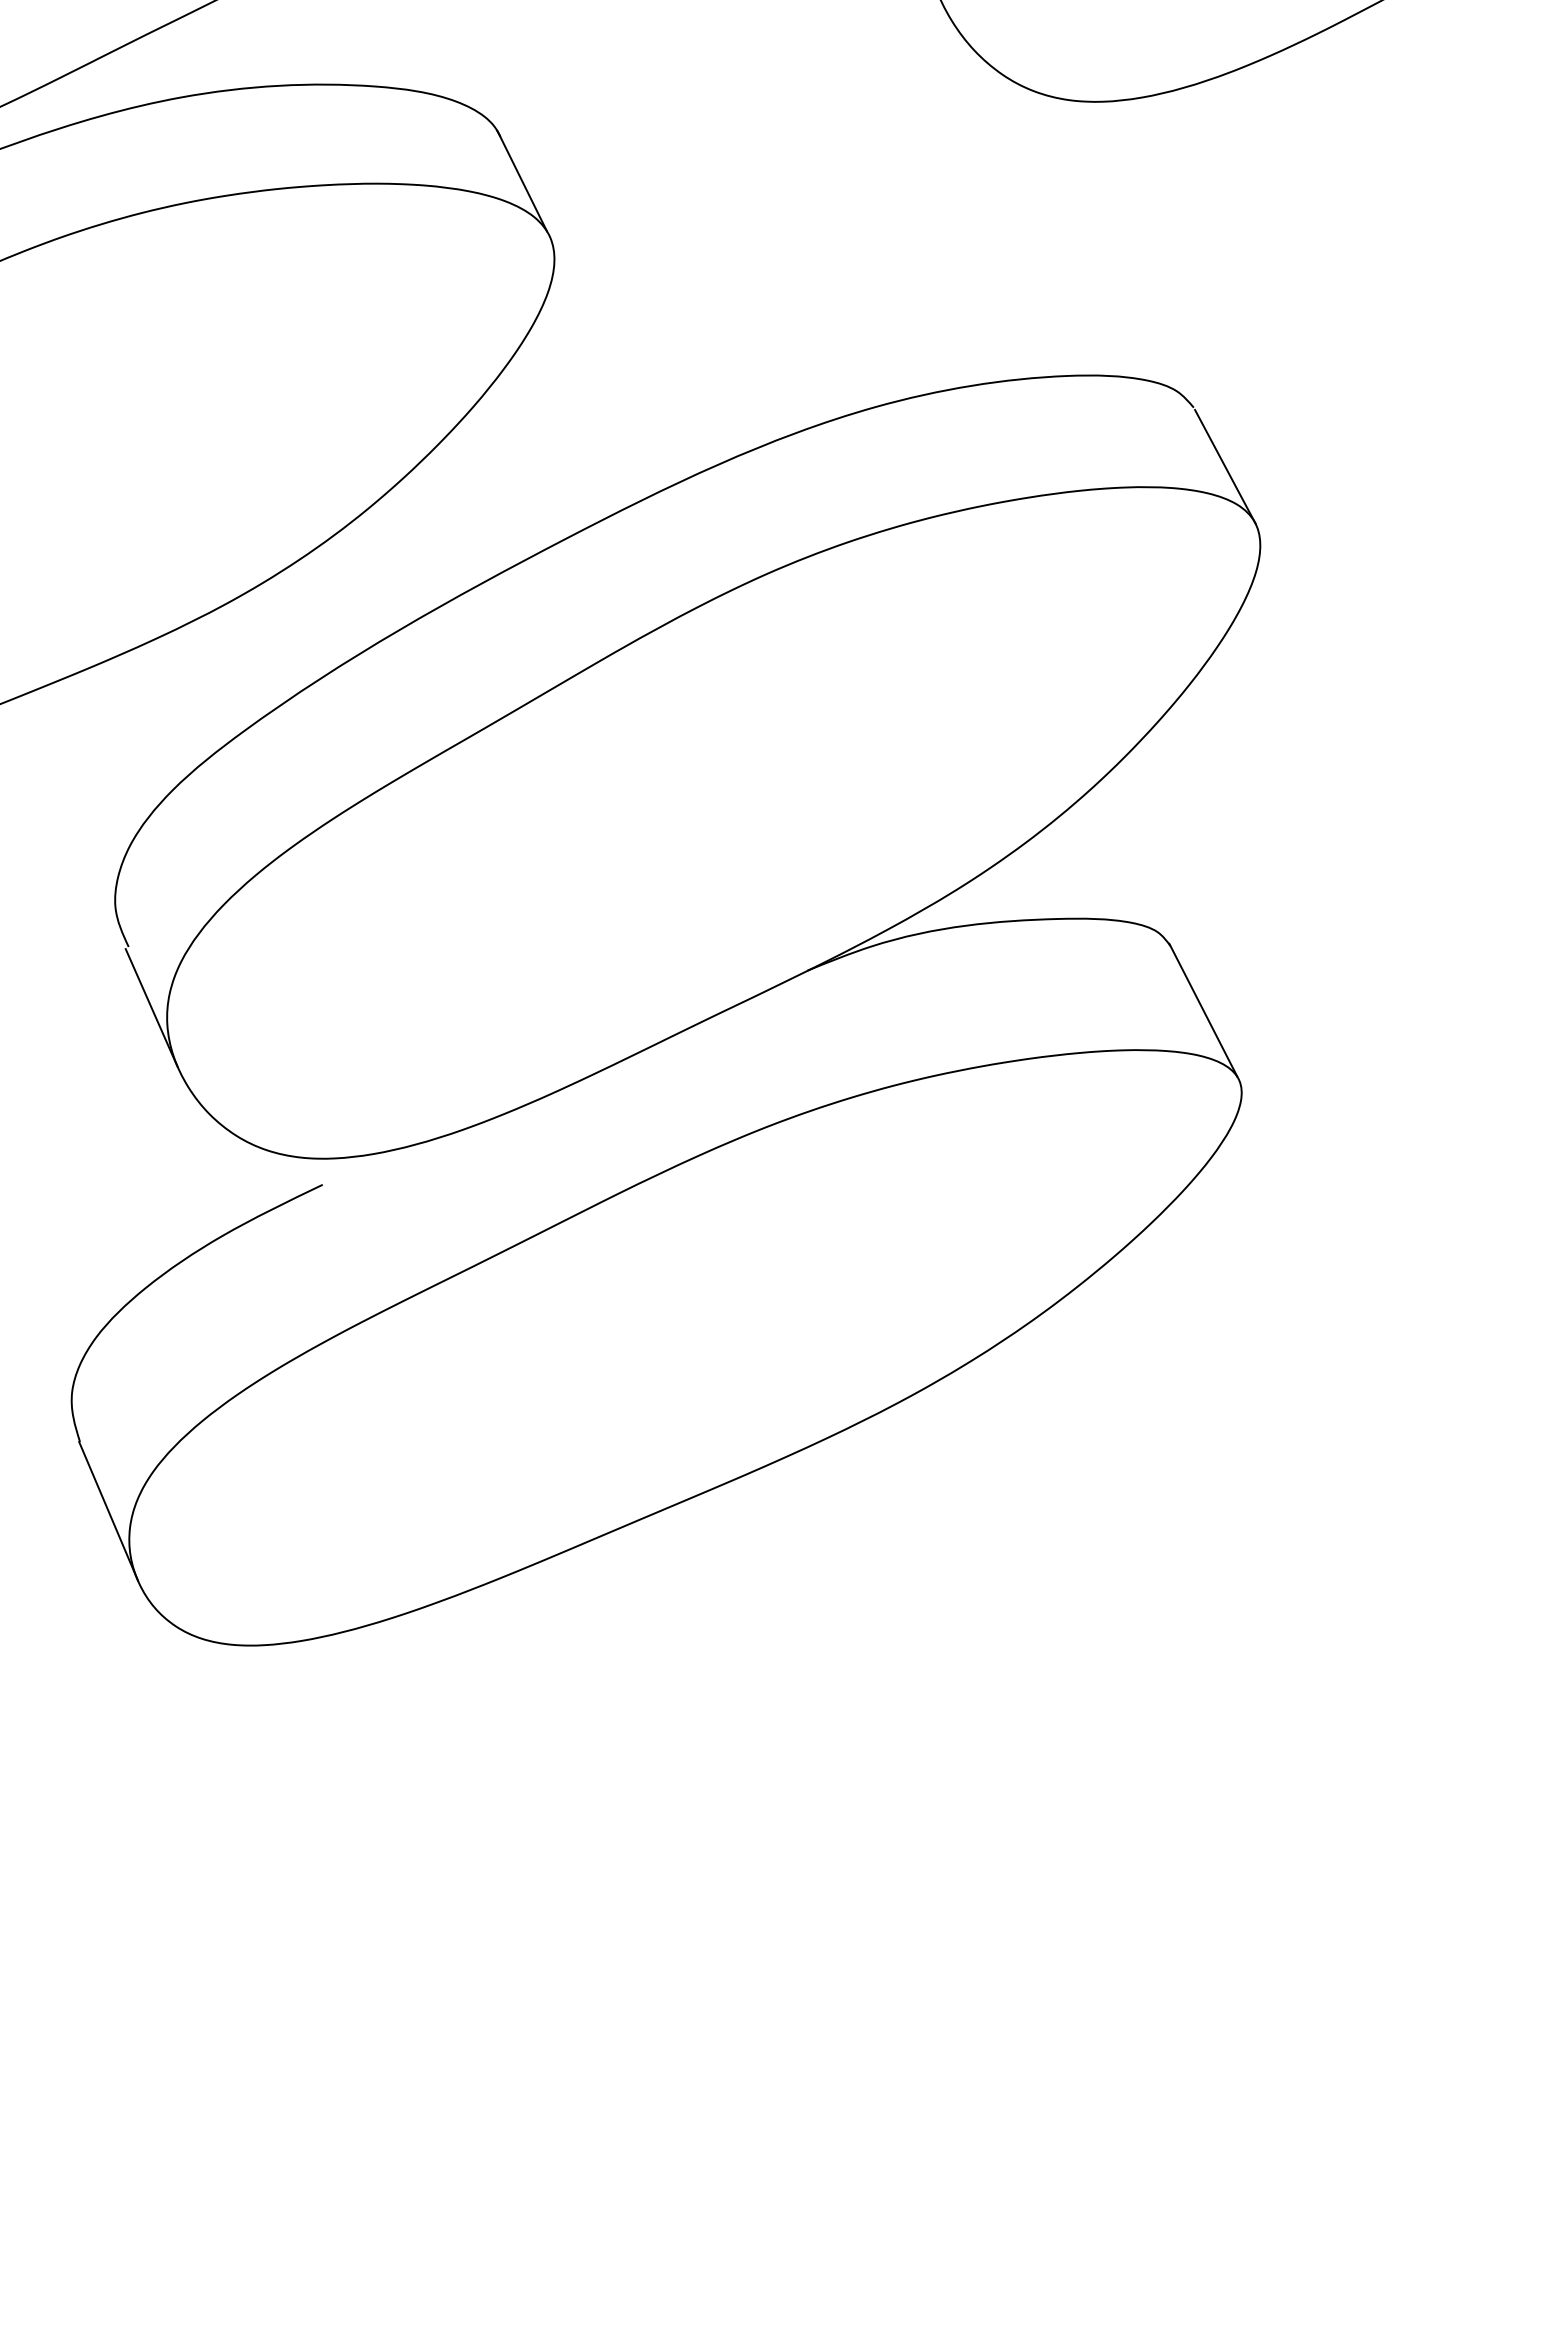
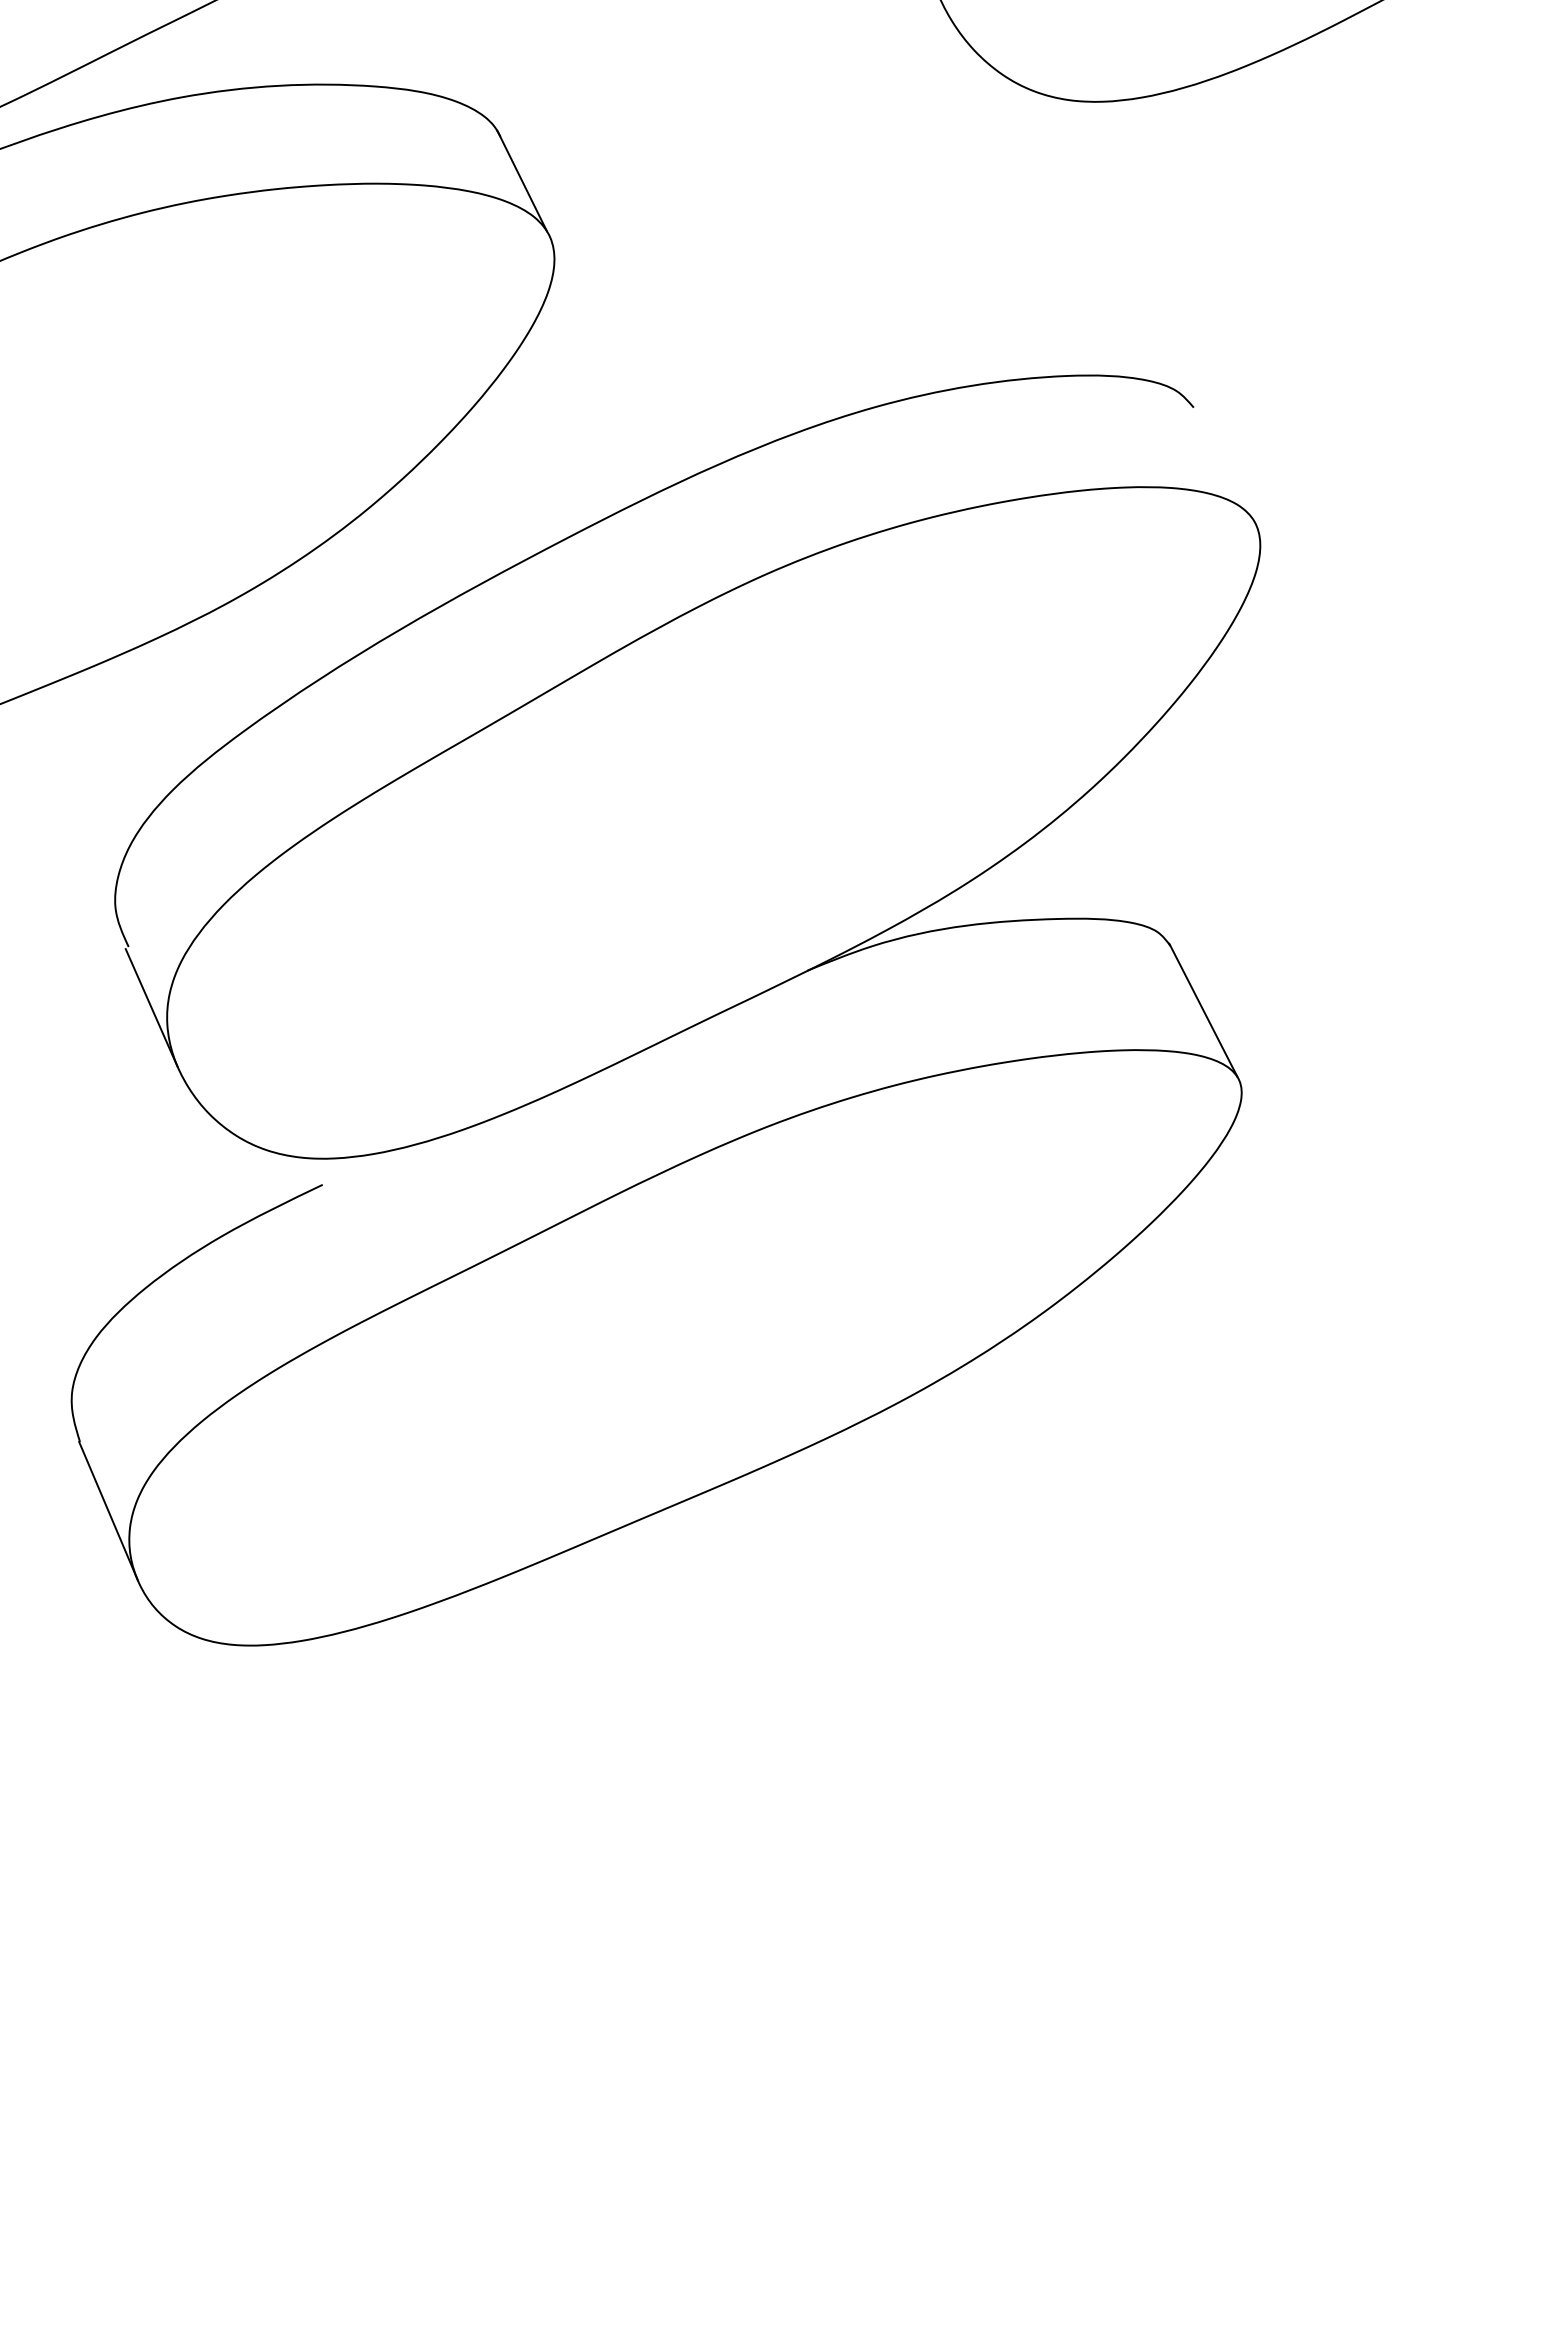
line at (1225, 466): present -> none
